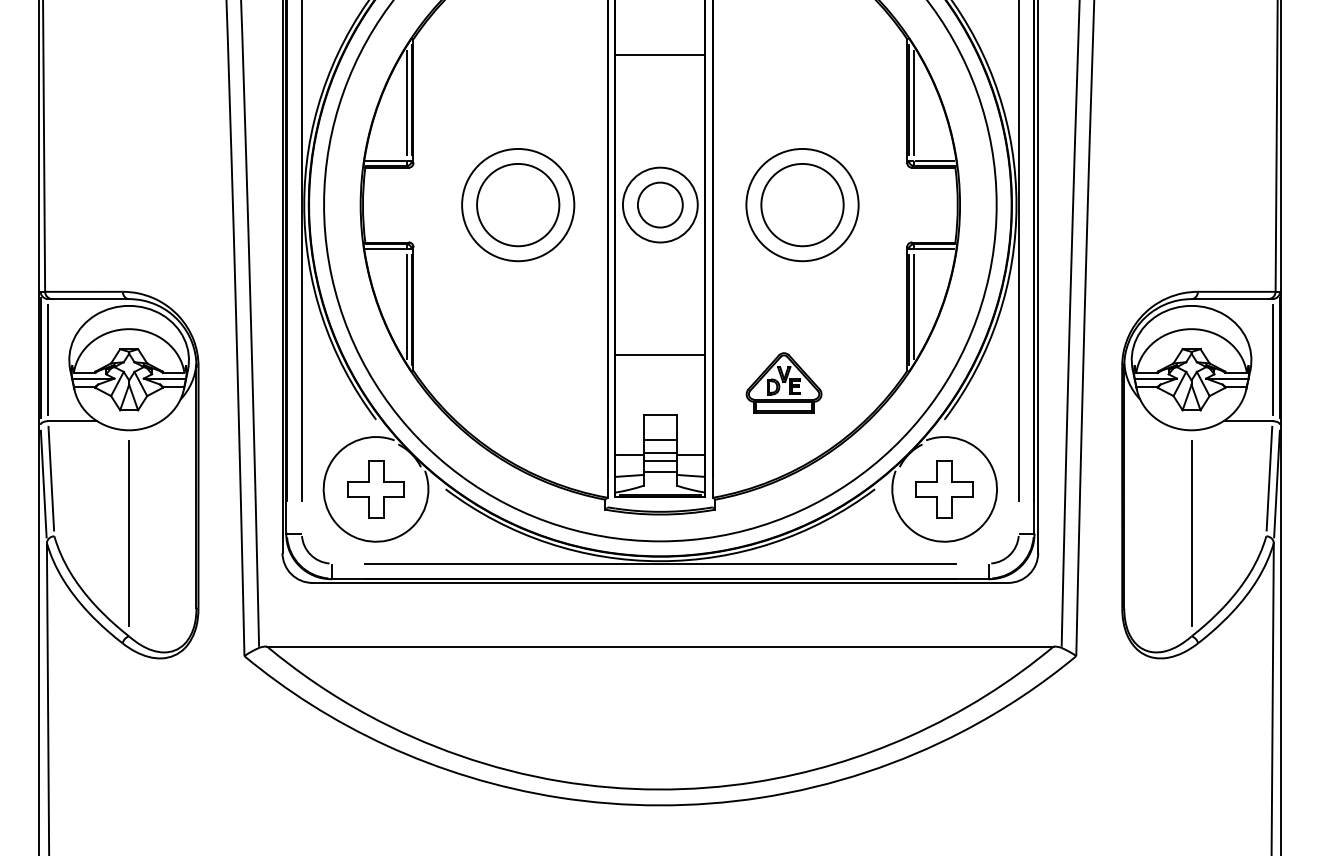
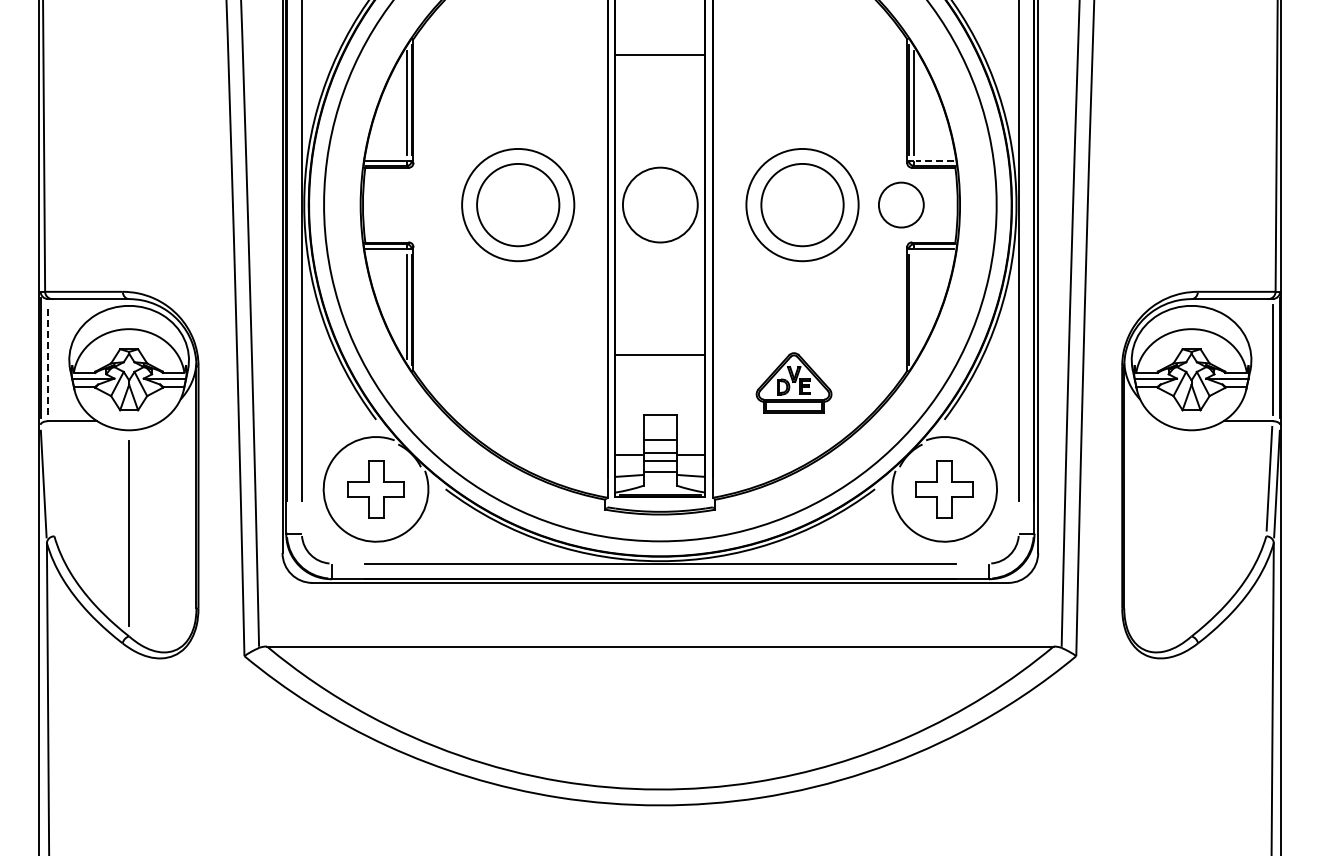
line at (934, 161): solid -> dashed
circle at (660, 204) position: (660, 204) -> (901, 204)
line at (913, 306): present -> none
line at (48, 360): solid -> dashed
part at (783, 382) position: (783, 382) -> (793, 382)
line at (51, 478): present -> none
line at (1191, 533): present -> none
